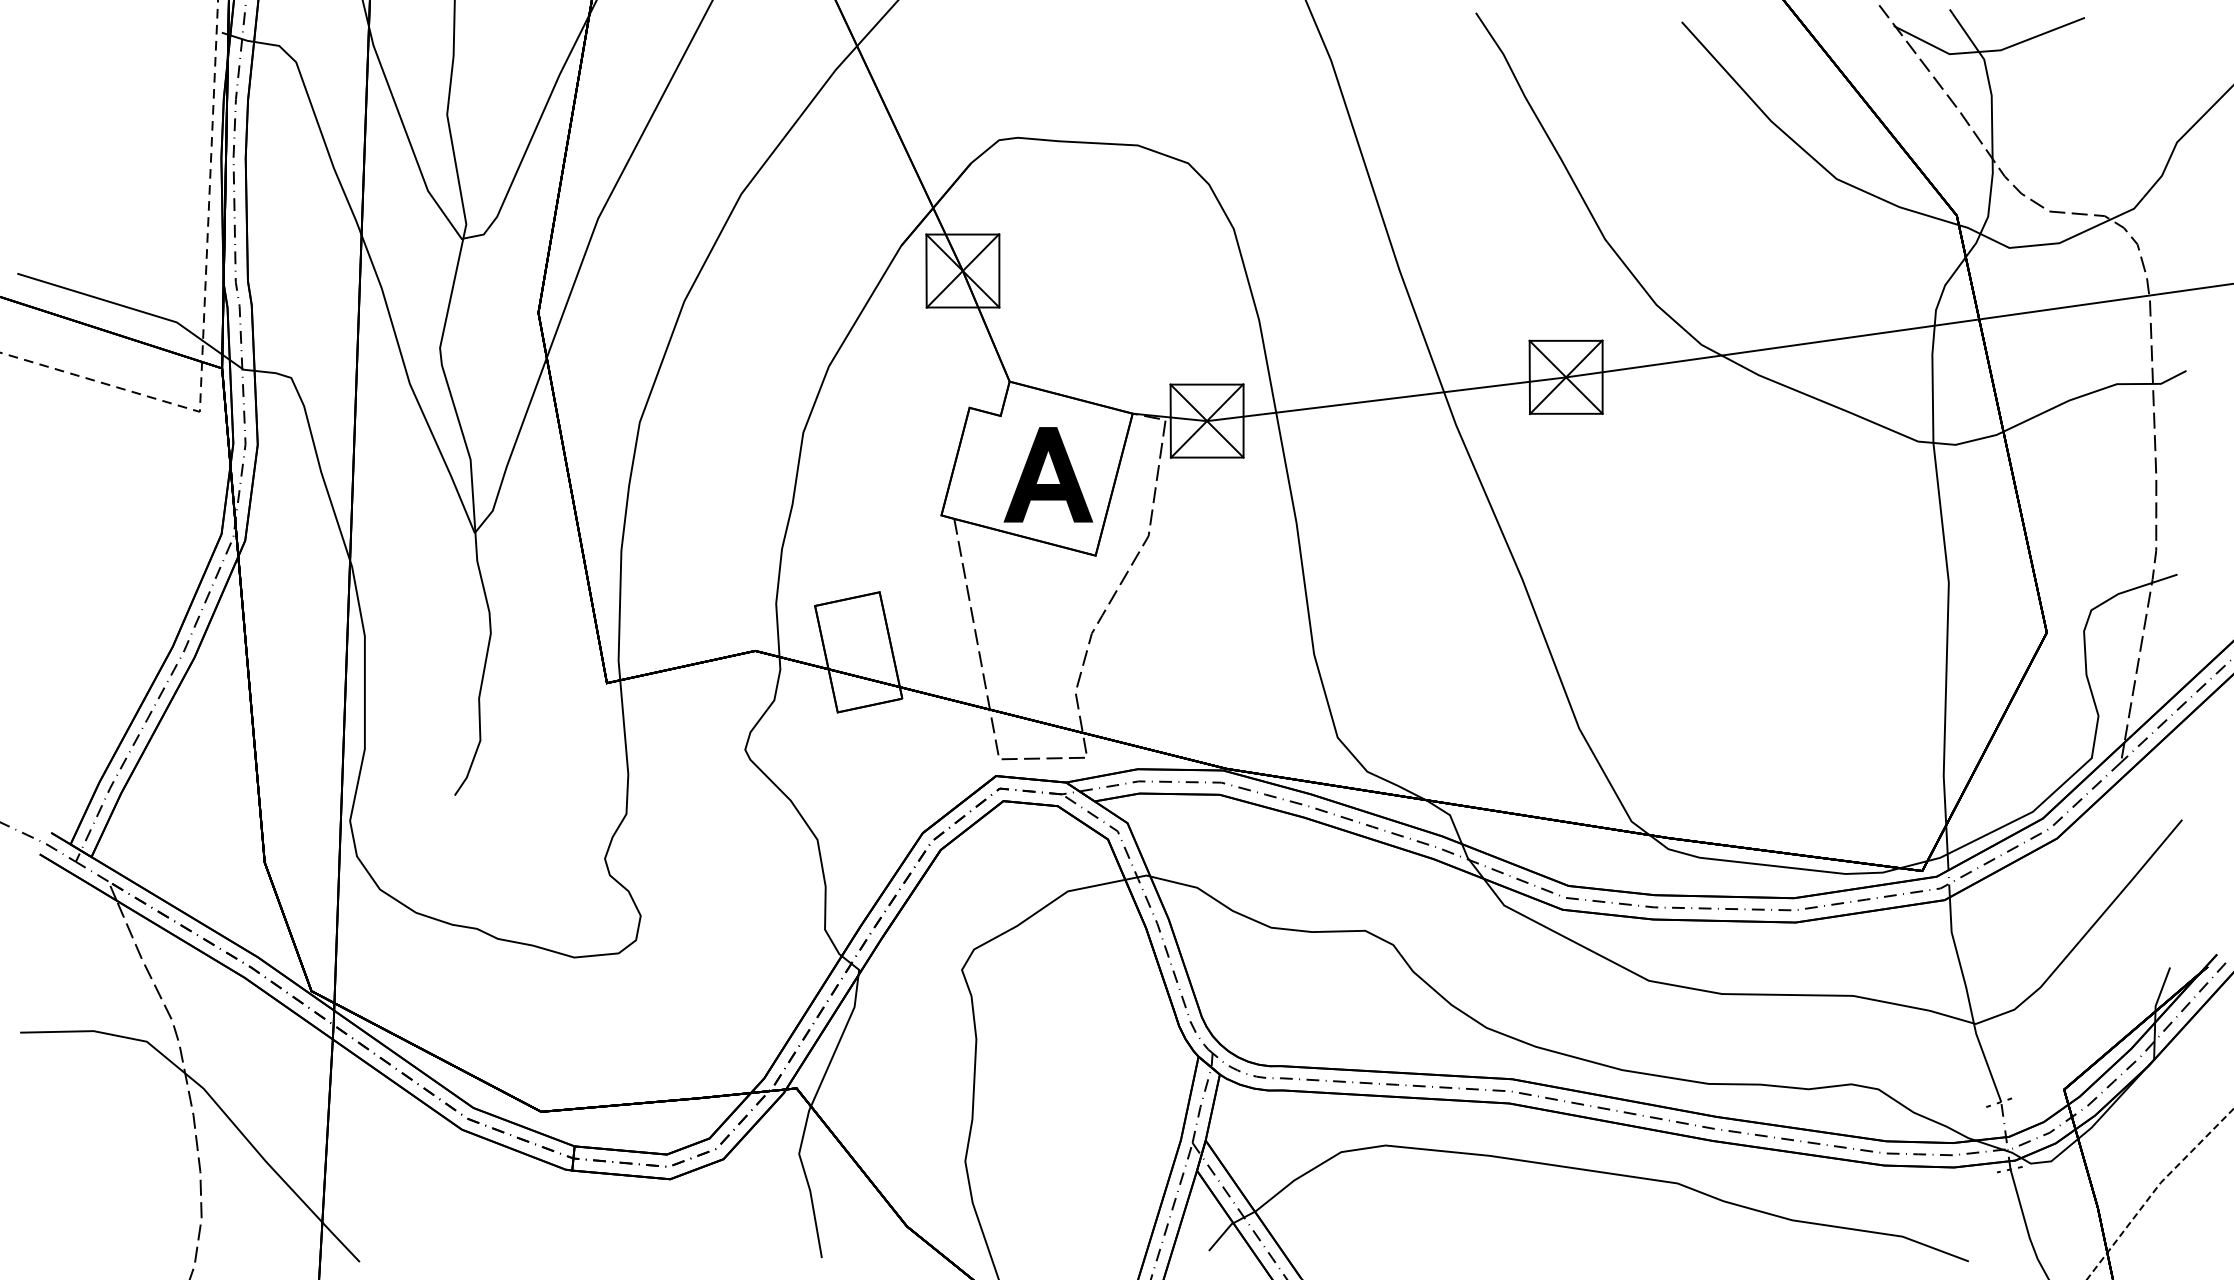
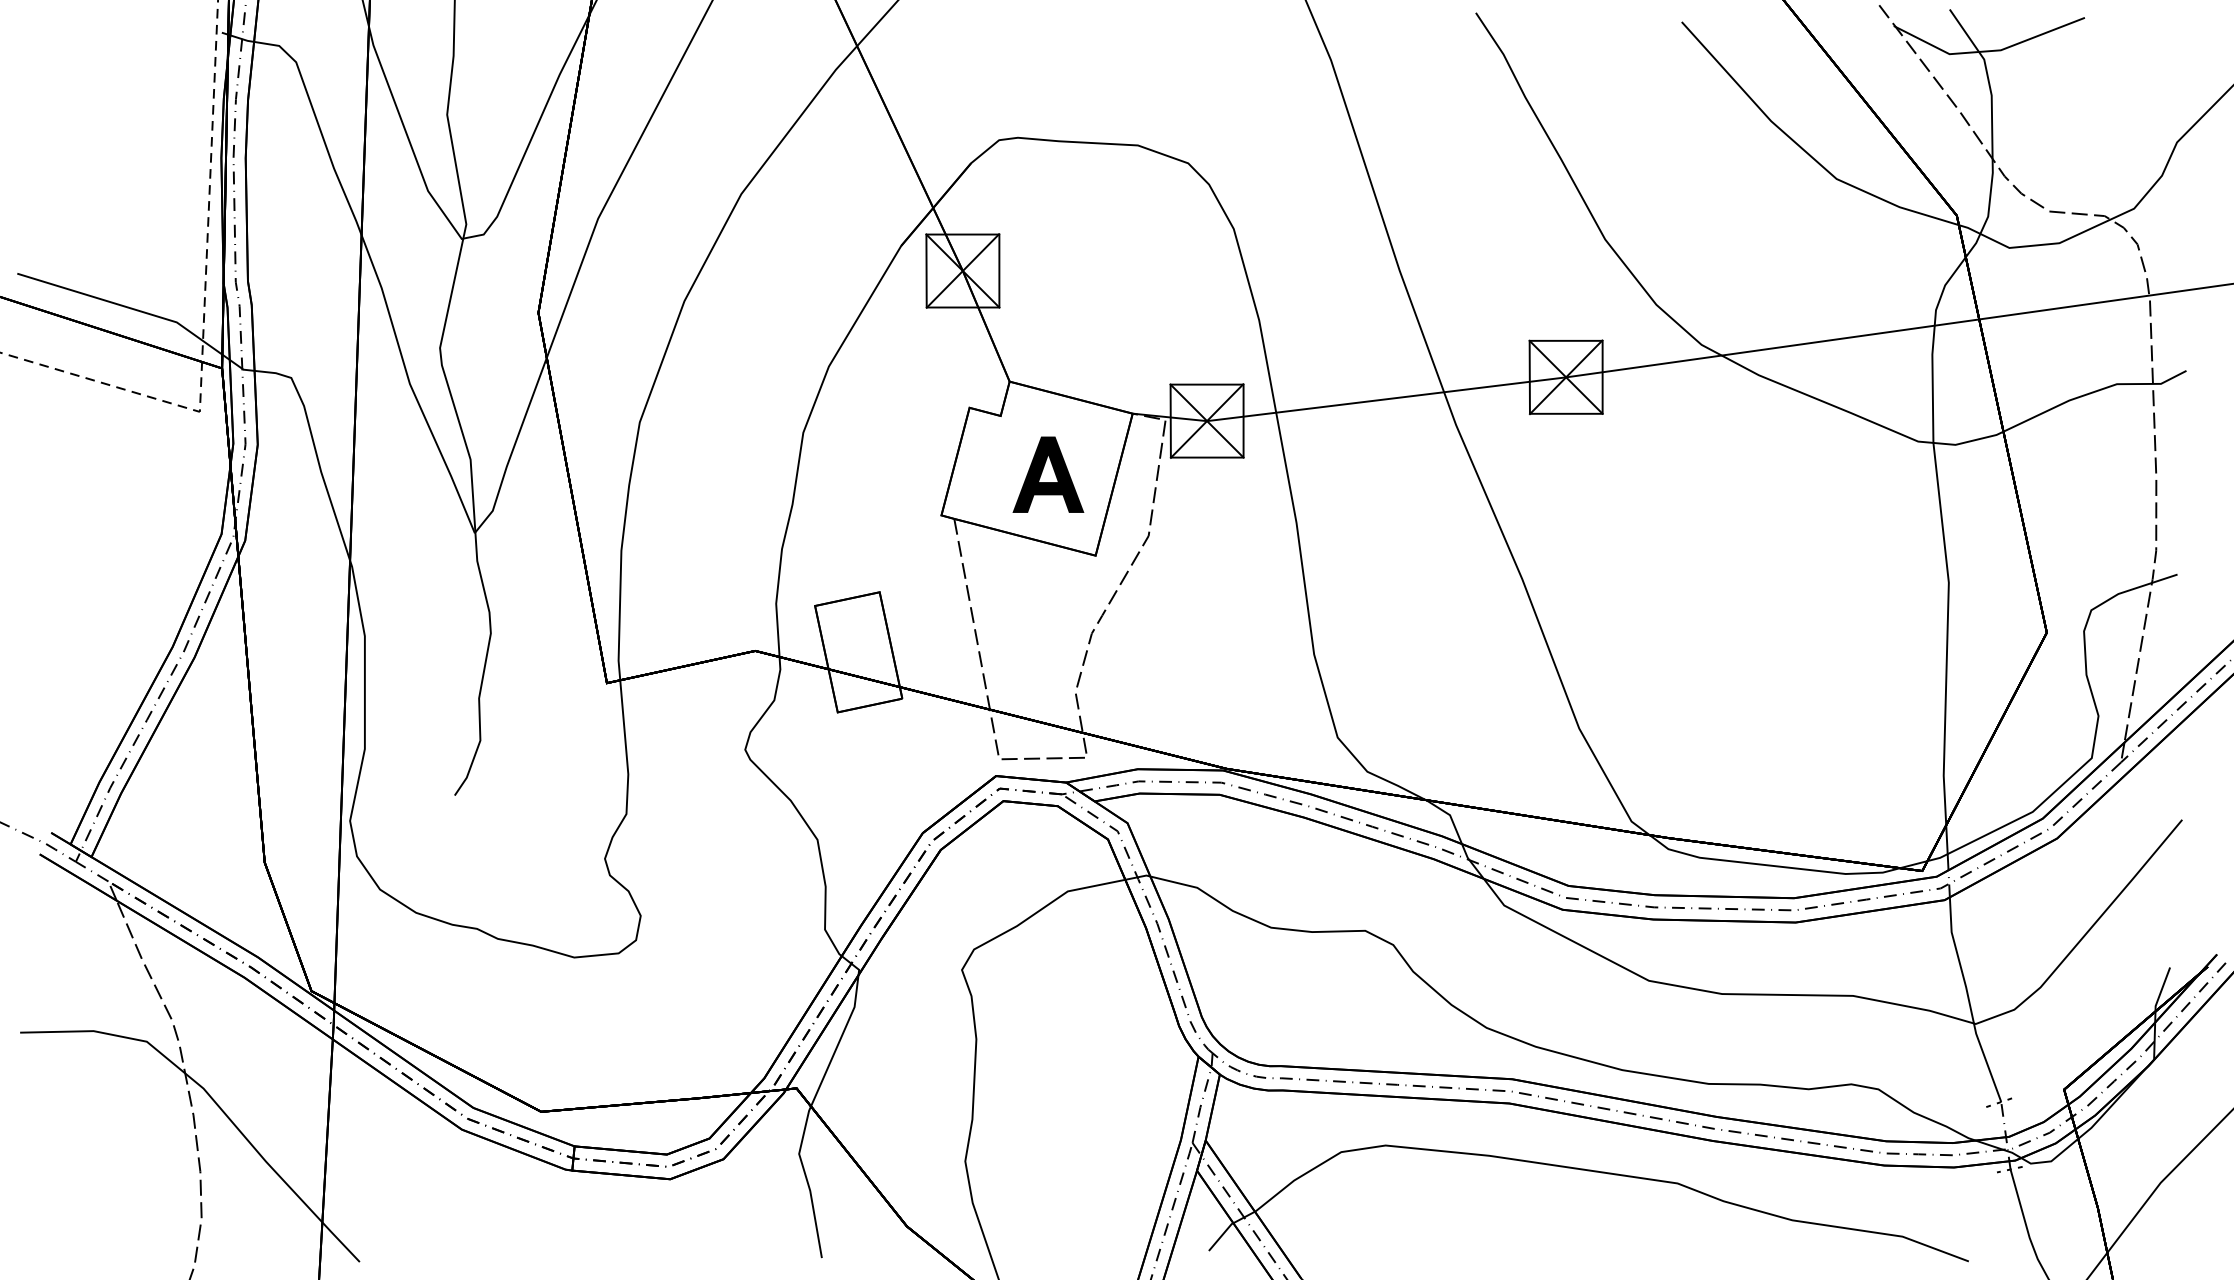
part at (1048, 474) size: 91x96 px -> 73x77 px
line at (2155, 1190): dashed -> solid
